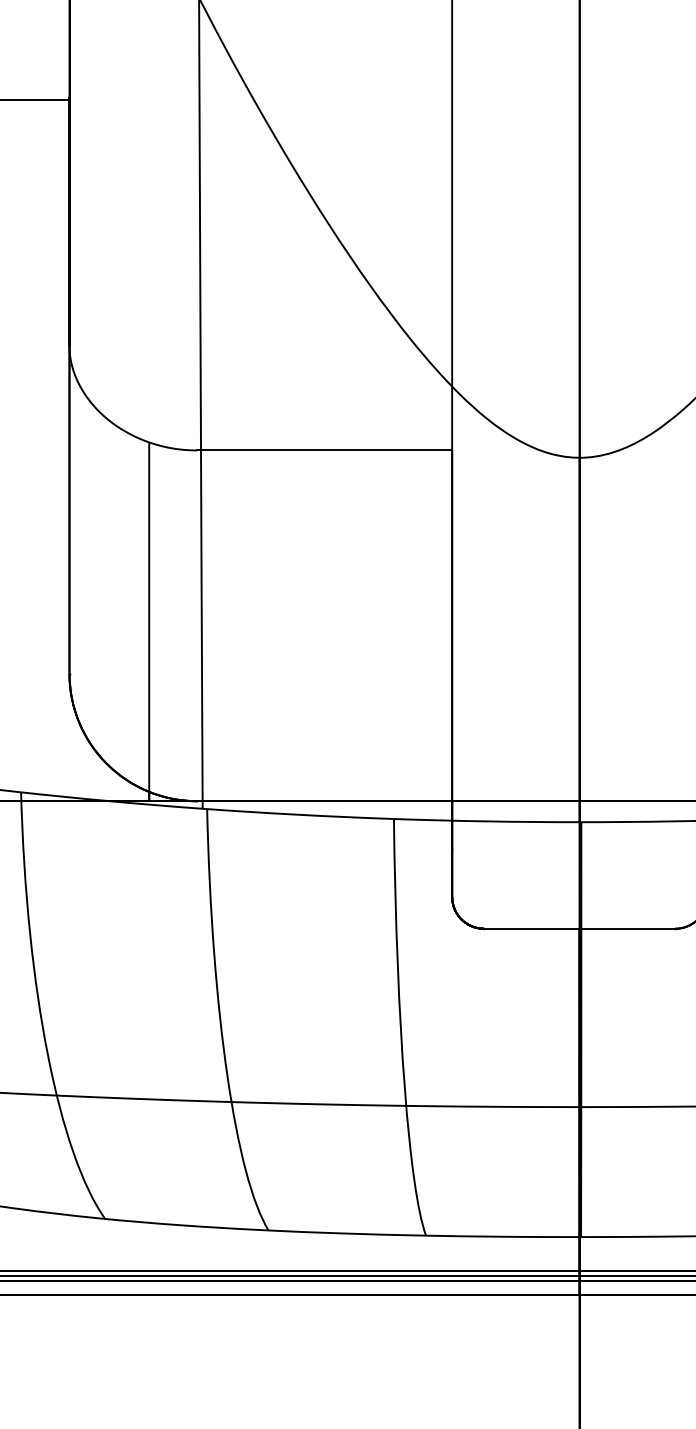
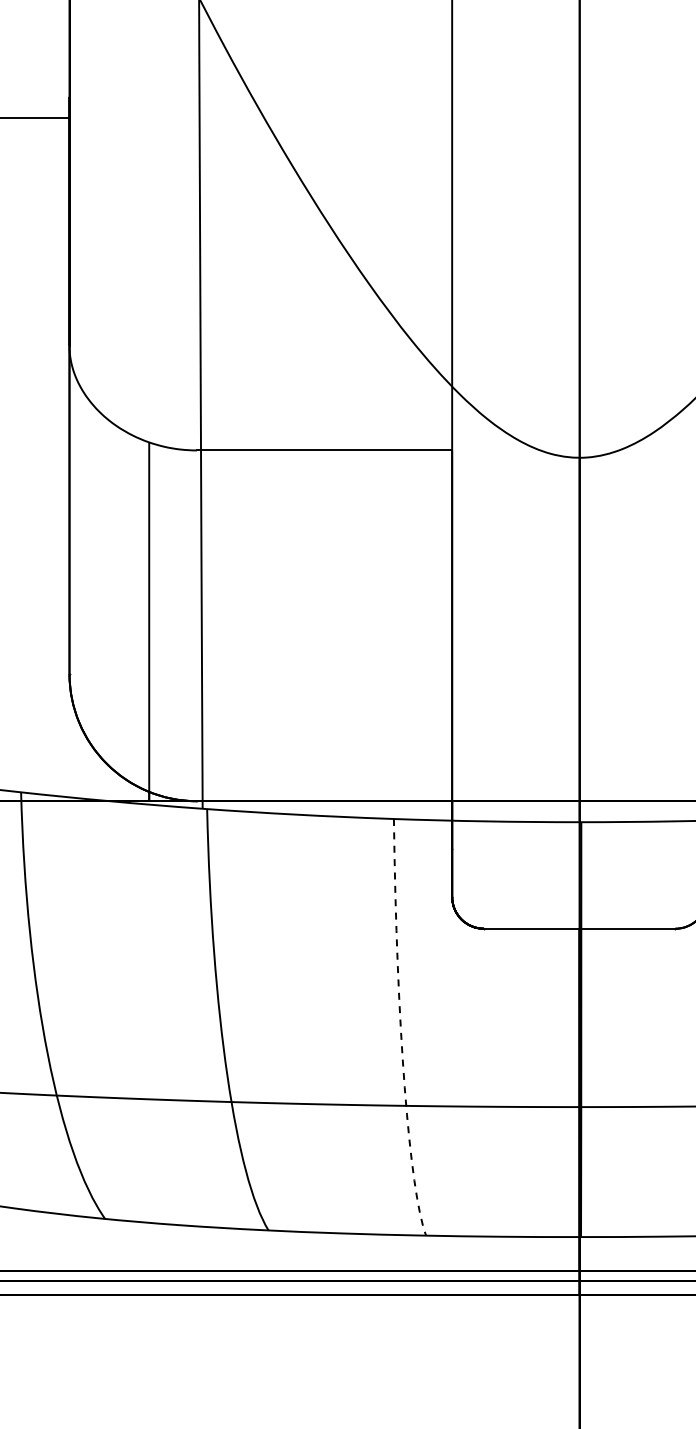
line at (35, 99) position: (35, 99) -> (35, 117)
arc at (401, 1036): solid -> dashed
line at (347, 1276): present -> none
